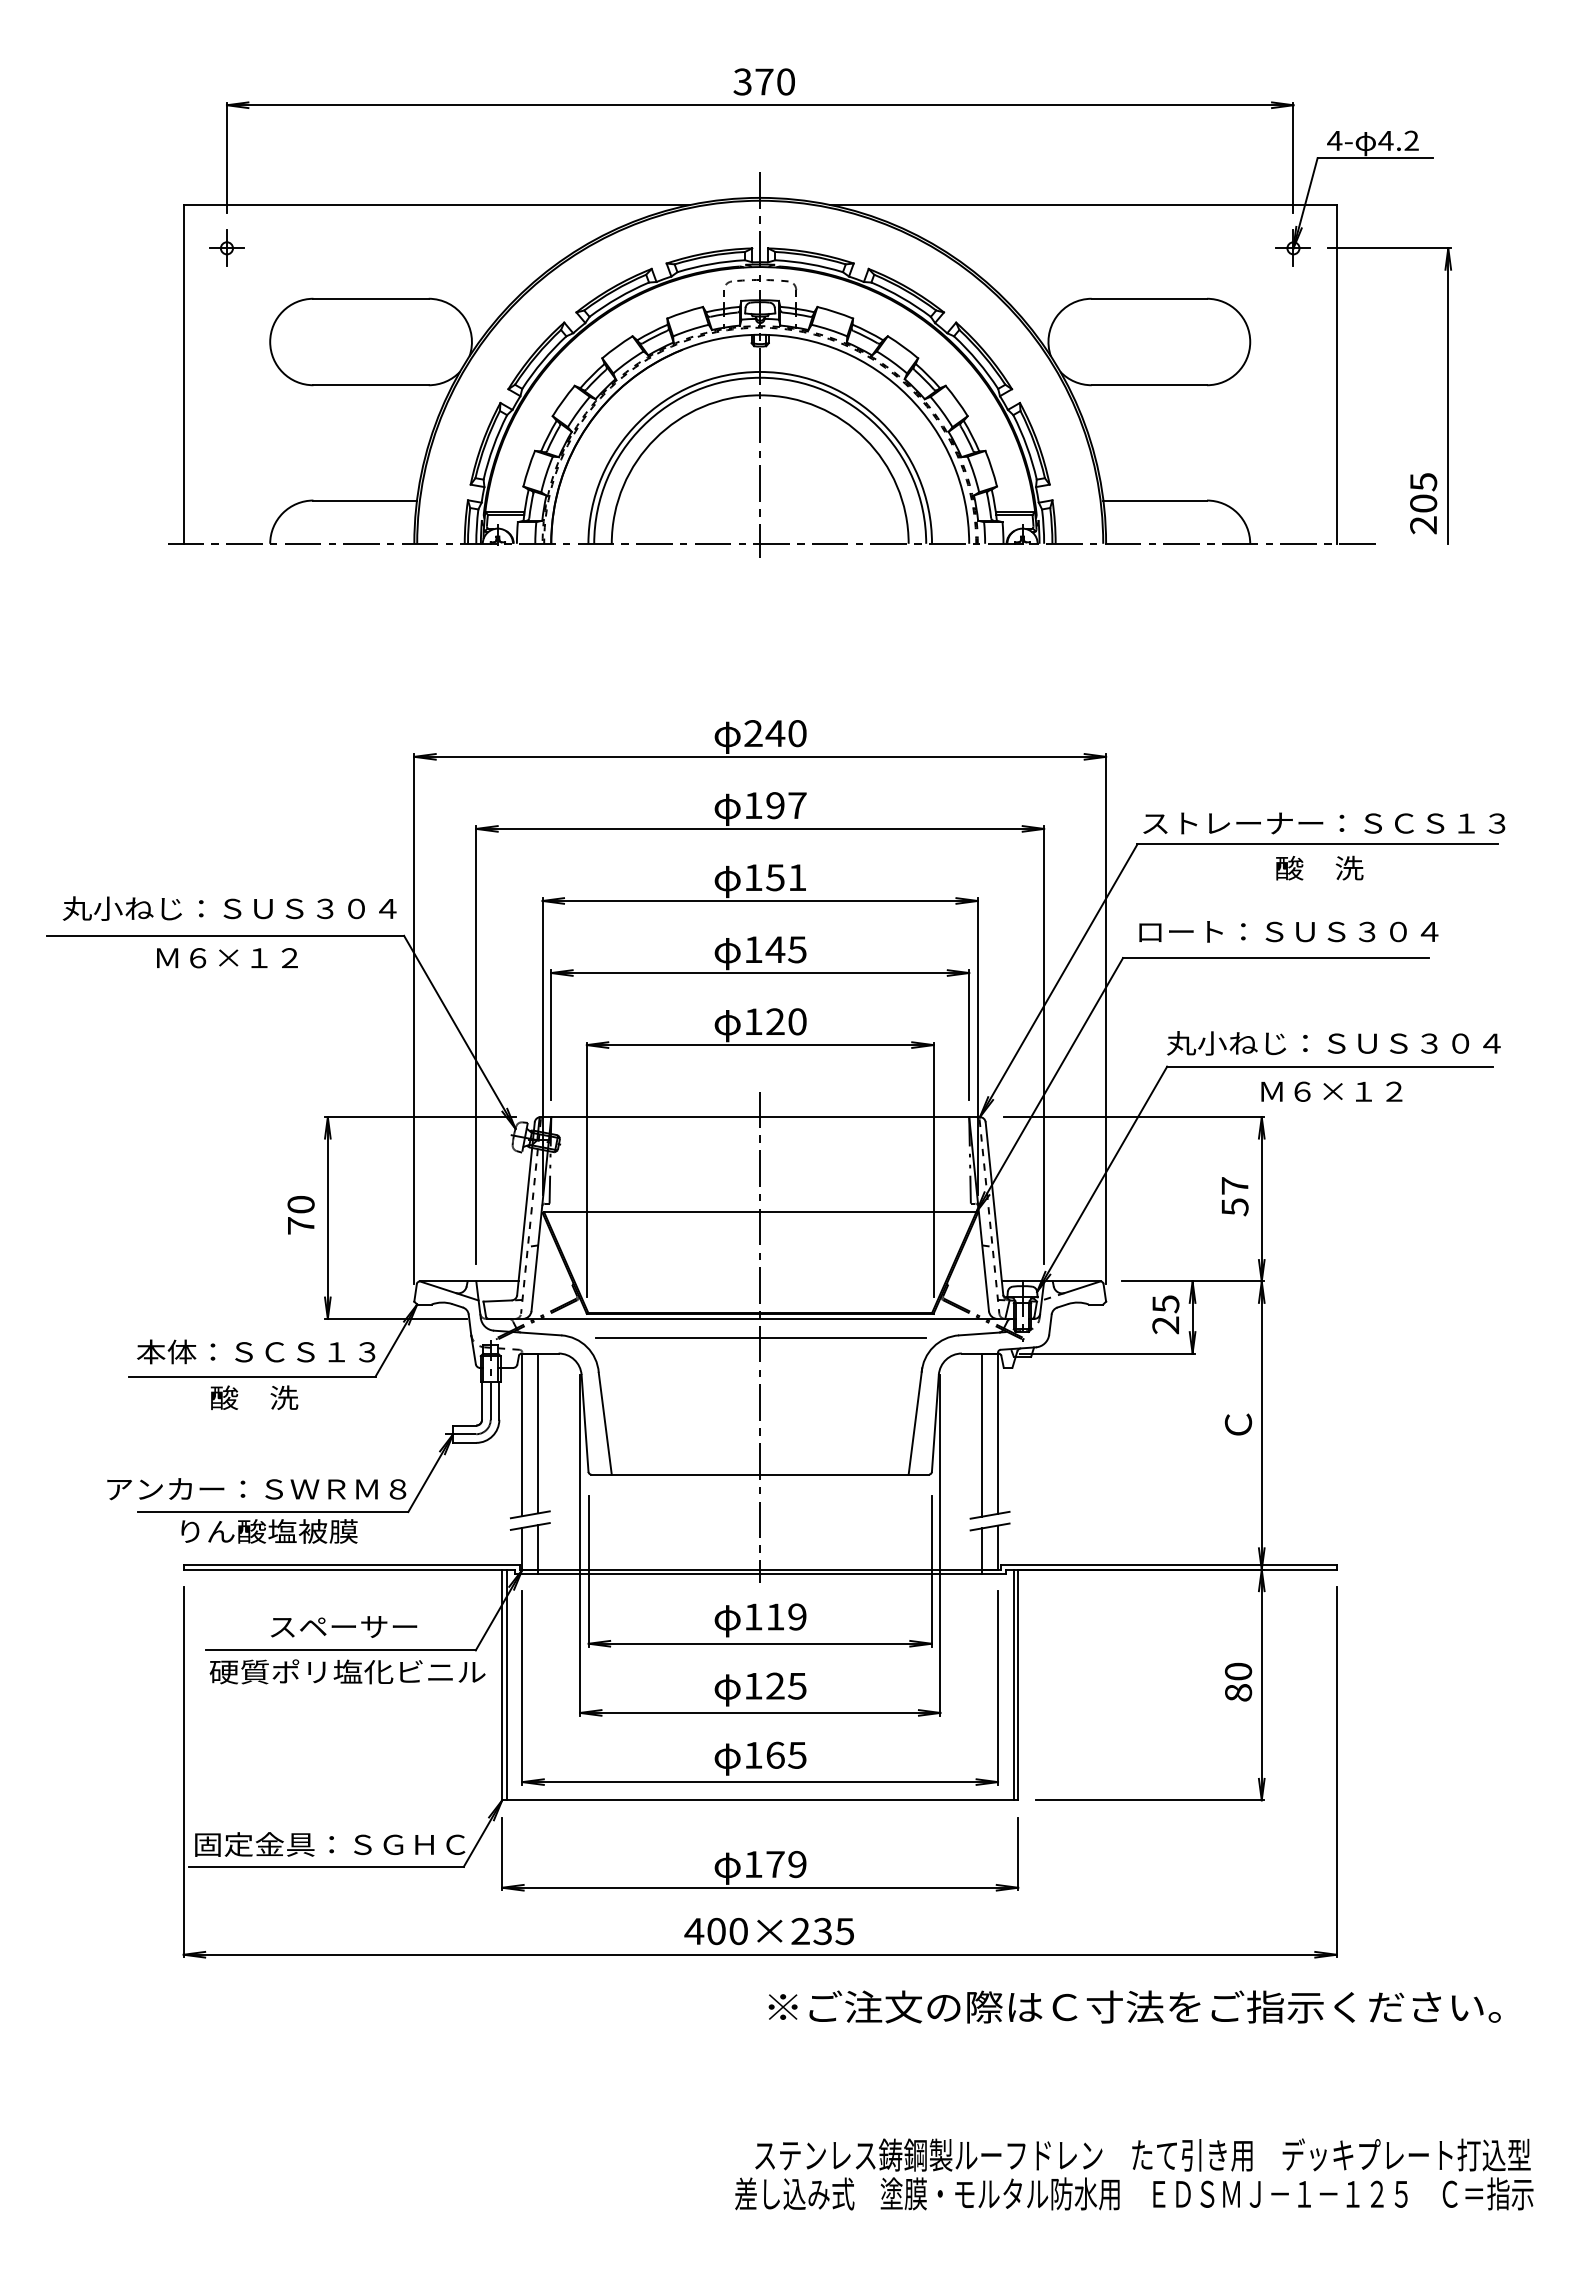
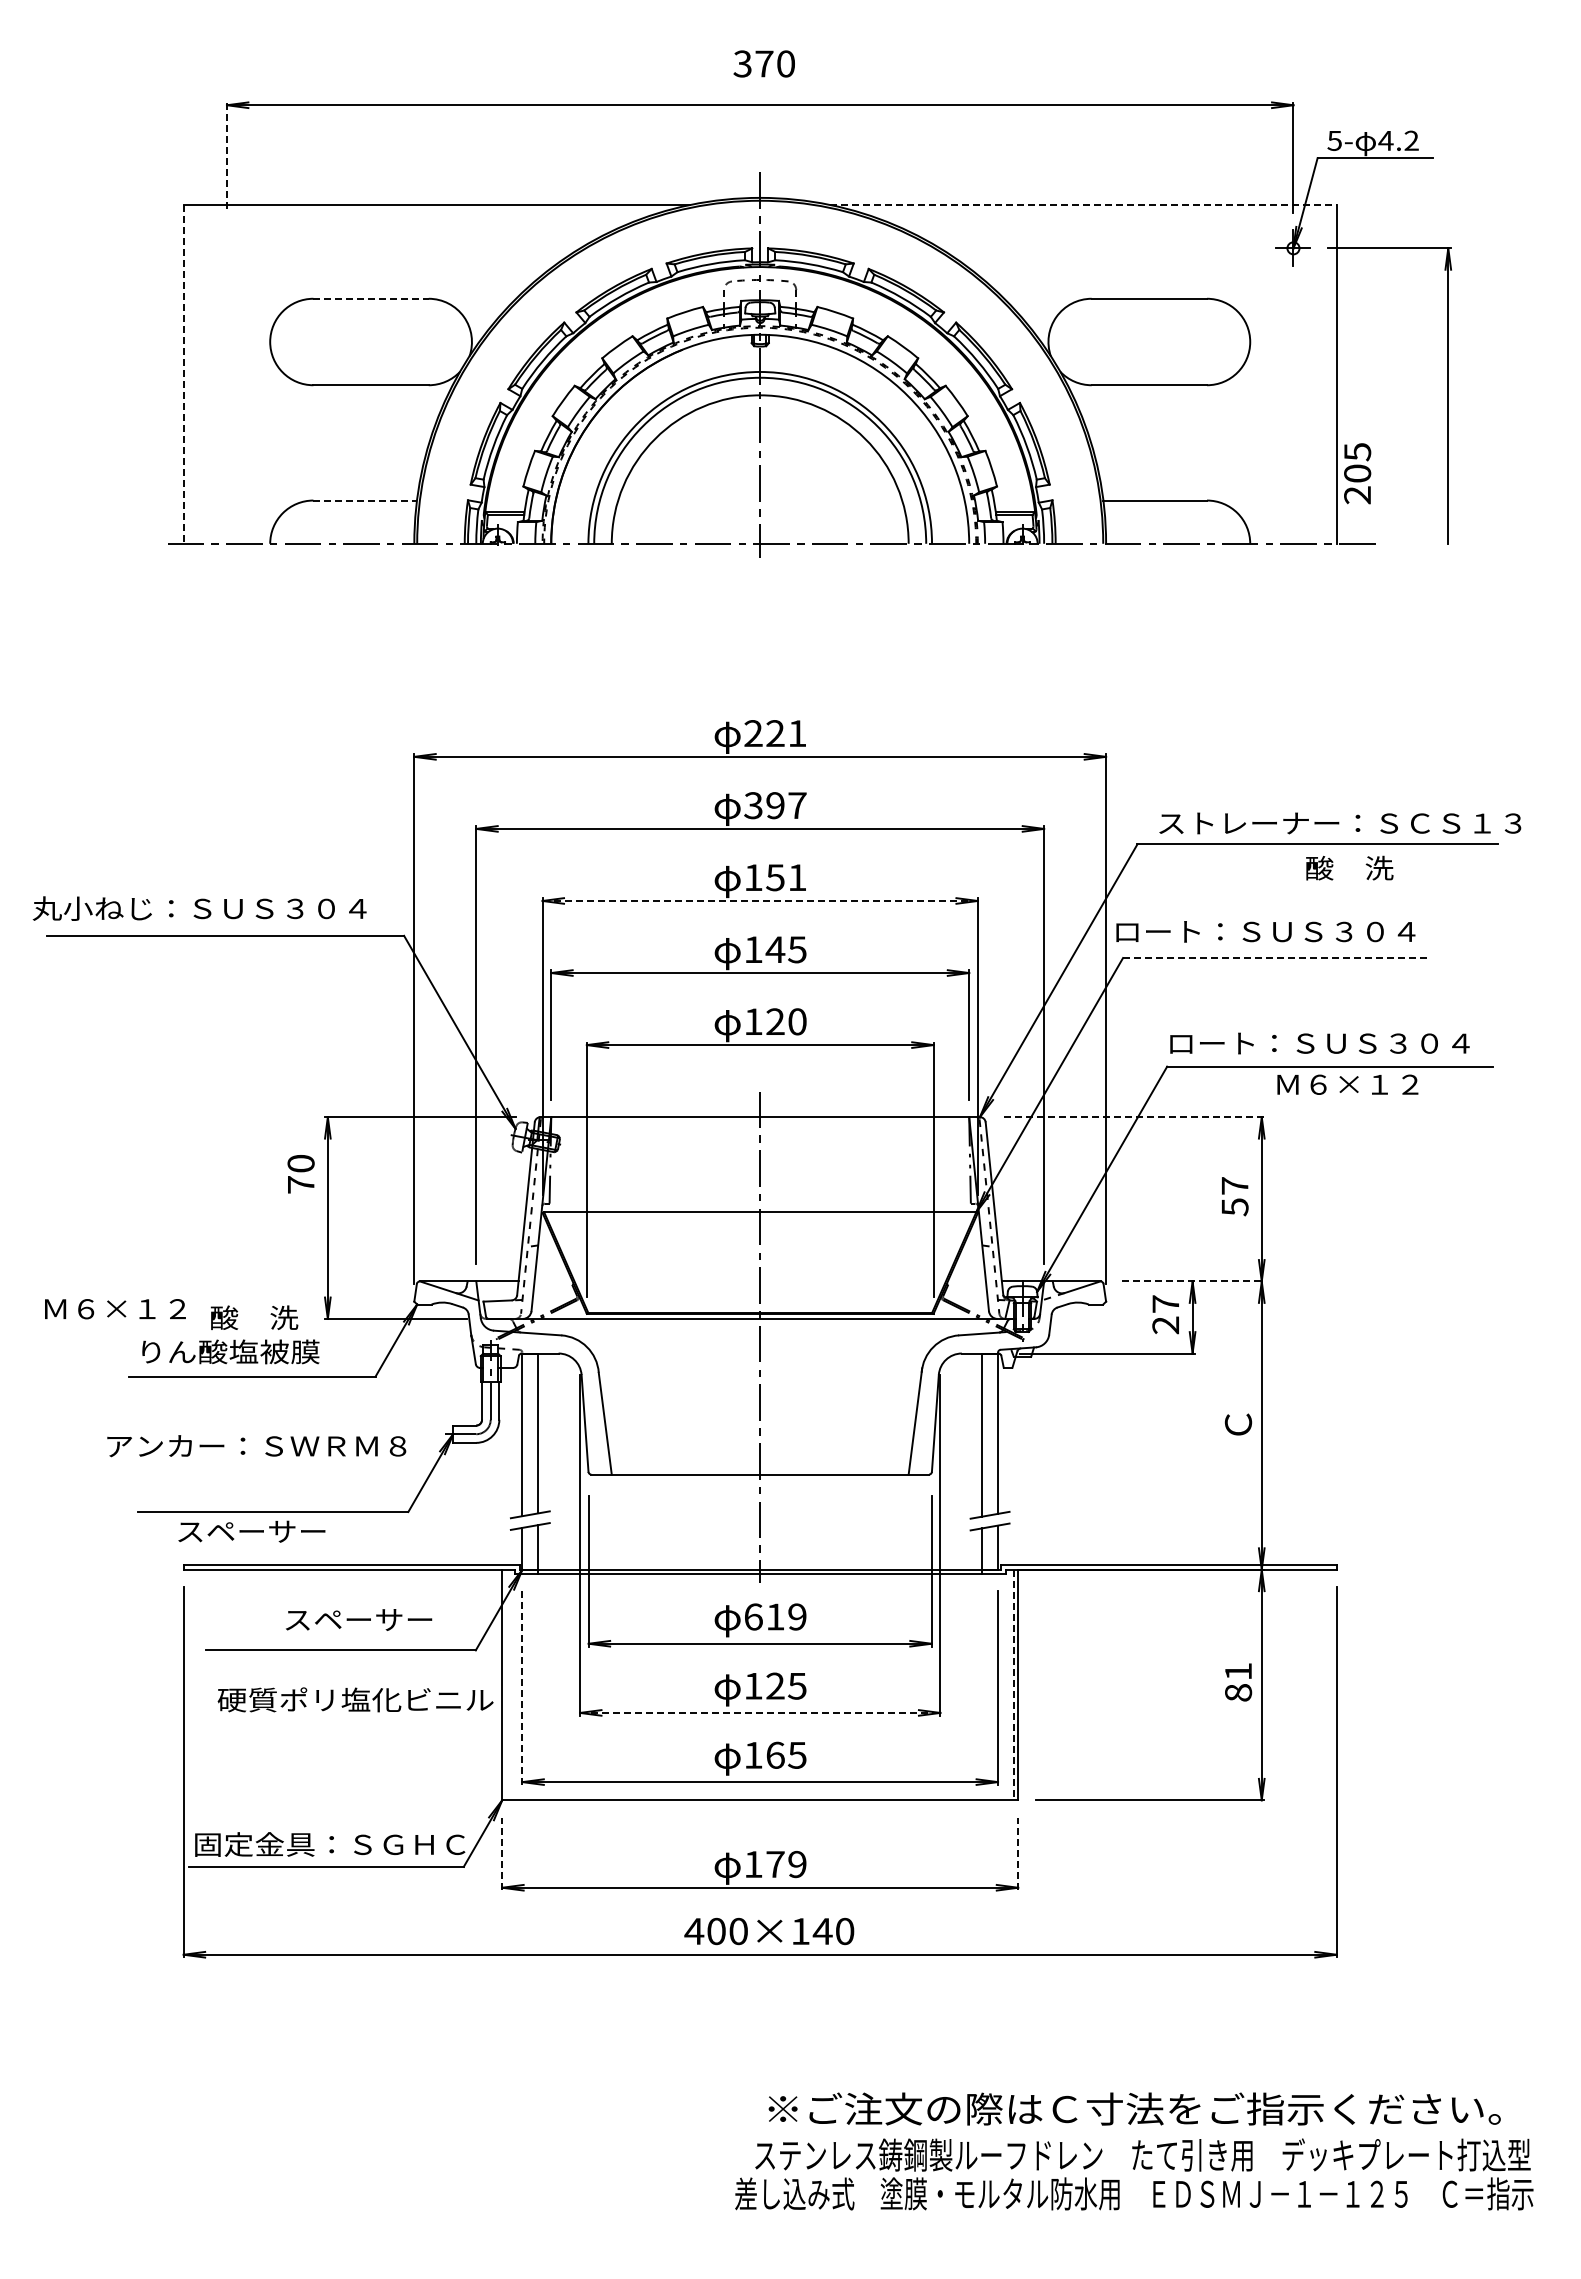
text at (763, 81) position: (763, 81) -> (763, 63)
text at (1334, 140): 4- -> 5-
line at (226, 157): solid -> dashed
line at (1084, 205): solid -> dashed
part at (226, 247): present -> none
line at (371, 298): solid -> dashed
line at (183, 374): solid -> dashed
line at (365, 500): solid -> dashed
text at (1423, 503) position: (1423, 503) -> (1357, 473)
text at (785, 733): 240 -> 221
text at (753, 805): 197 -> 397
text at (1324, 823) position: (1324, 823) -> (1340, 823)
text at (1319, 867) position: (1319, 867) -> (1349, 867)
line at (760, 900): solid -> dashed
text at (229, 908) position: (229, 908) -> (199, 908)
text at (1288, 931) position: (1288, 931) -> (1265, 931)
text at (227, 958) position: (227, 958) -> (115, 1309)
line at (1275, 958): solid -> dashed
text at (1333, 1043): 丸小ねじ：ＳＵＳ３０４ -> ロート：ＳＵＳ３０４
text at (1331, 1091) position: (1331, 1091) -> (1347, 1084)
line at (1134, 1117): solid -> dashed
text at (300, 1215) position: (300, 1215) -> (300, 1174)
line at (1193, 1281): solid -> dashed
text at (1165, 1304): 25 -> 27
line at (760, 1337): present -> none
text at (256, 1351): 本体：ＳＣＳ１３ -> りん酸塩被膜
text at (254, 1397) position: (254, 1397) -> (254, 1317)
text at (256, 1489) position: (256, 1489) -> (256, 1446)
text at (267, 1531): りん酸塩被膜 -> スペーサー
text at (753, 1616): 119 -> 619
text at (344, 1626) position: (344, 1626) -> (359, 1619)
text at (347, 1671) position: (347, 1671) -> (355, 1699)
text at (1238, 1671): 80 -> 81
line at (506, 1684): present -> none
line at (1013, 1685): solid -> dashed
line at (522, 1688): solid -> dashed
line at (760, 1712): solid -> dashed
line at (502, 1853): solid -> dashed
line at (1018, 1853): solid -> dashed
text at (822, 1931): 400×235 -> 400×140
text at (1134, 2006) position: (1134, 2006) -> (1134, 2108)
